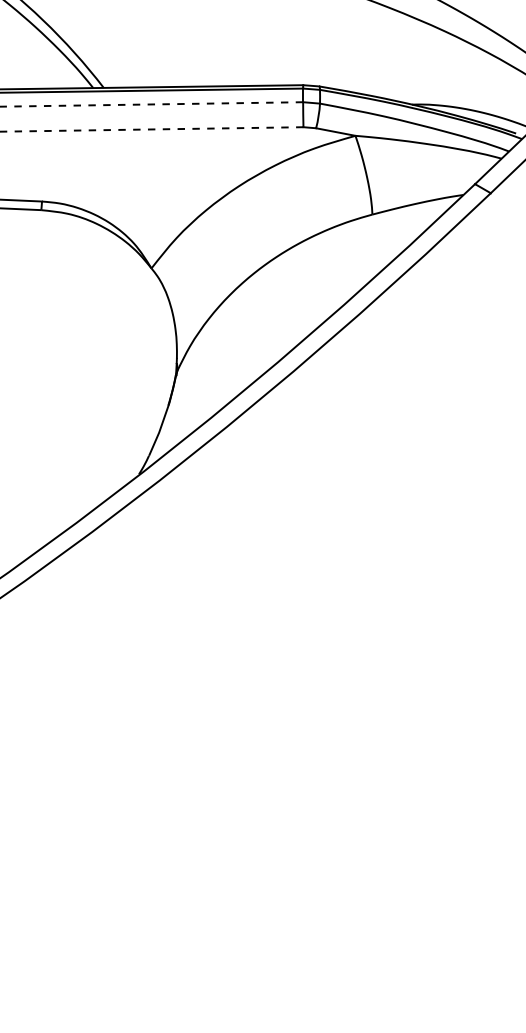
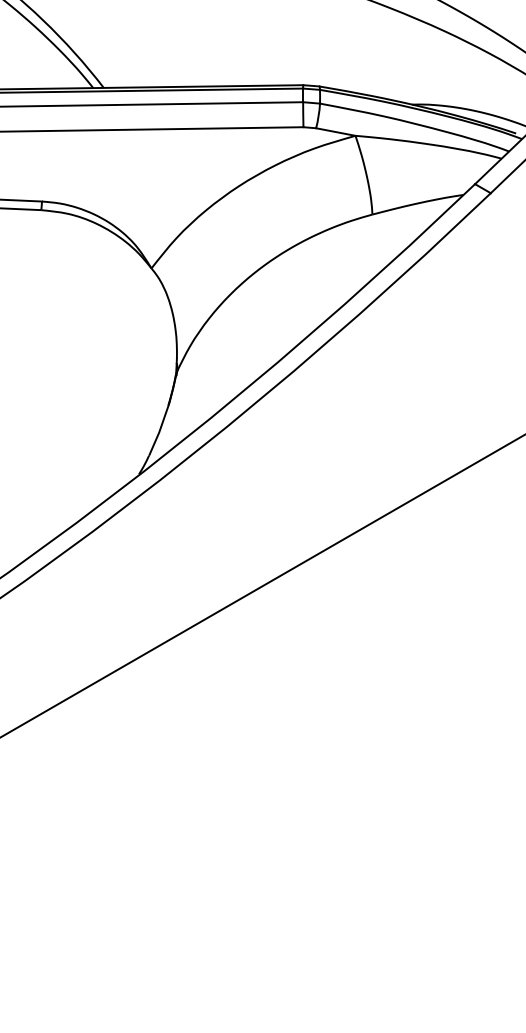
line at (151, 104): dashed -> solid
line at (151, 129): dashed -> solid
line at (262, 585): none -> present
